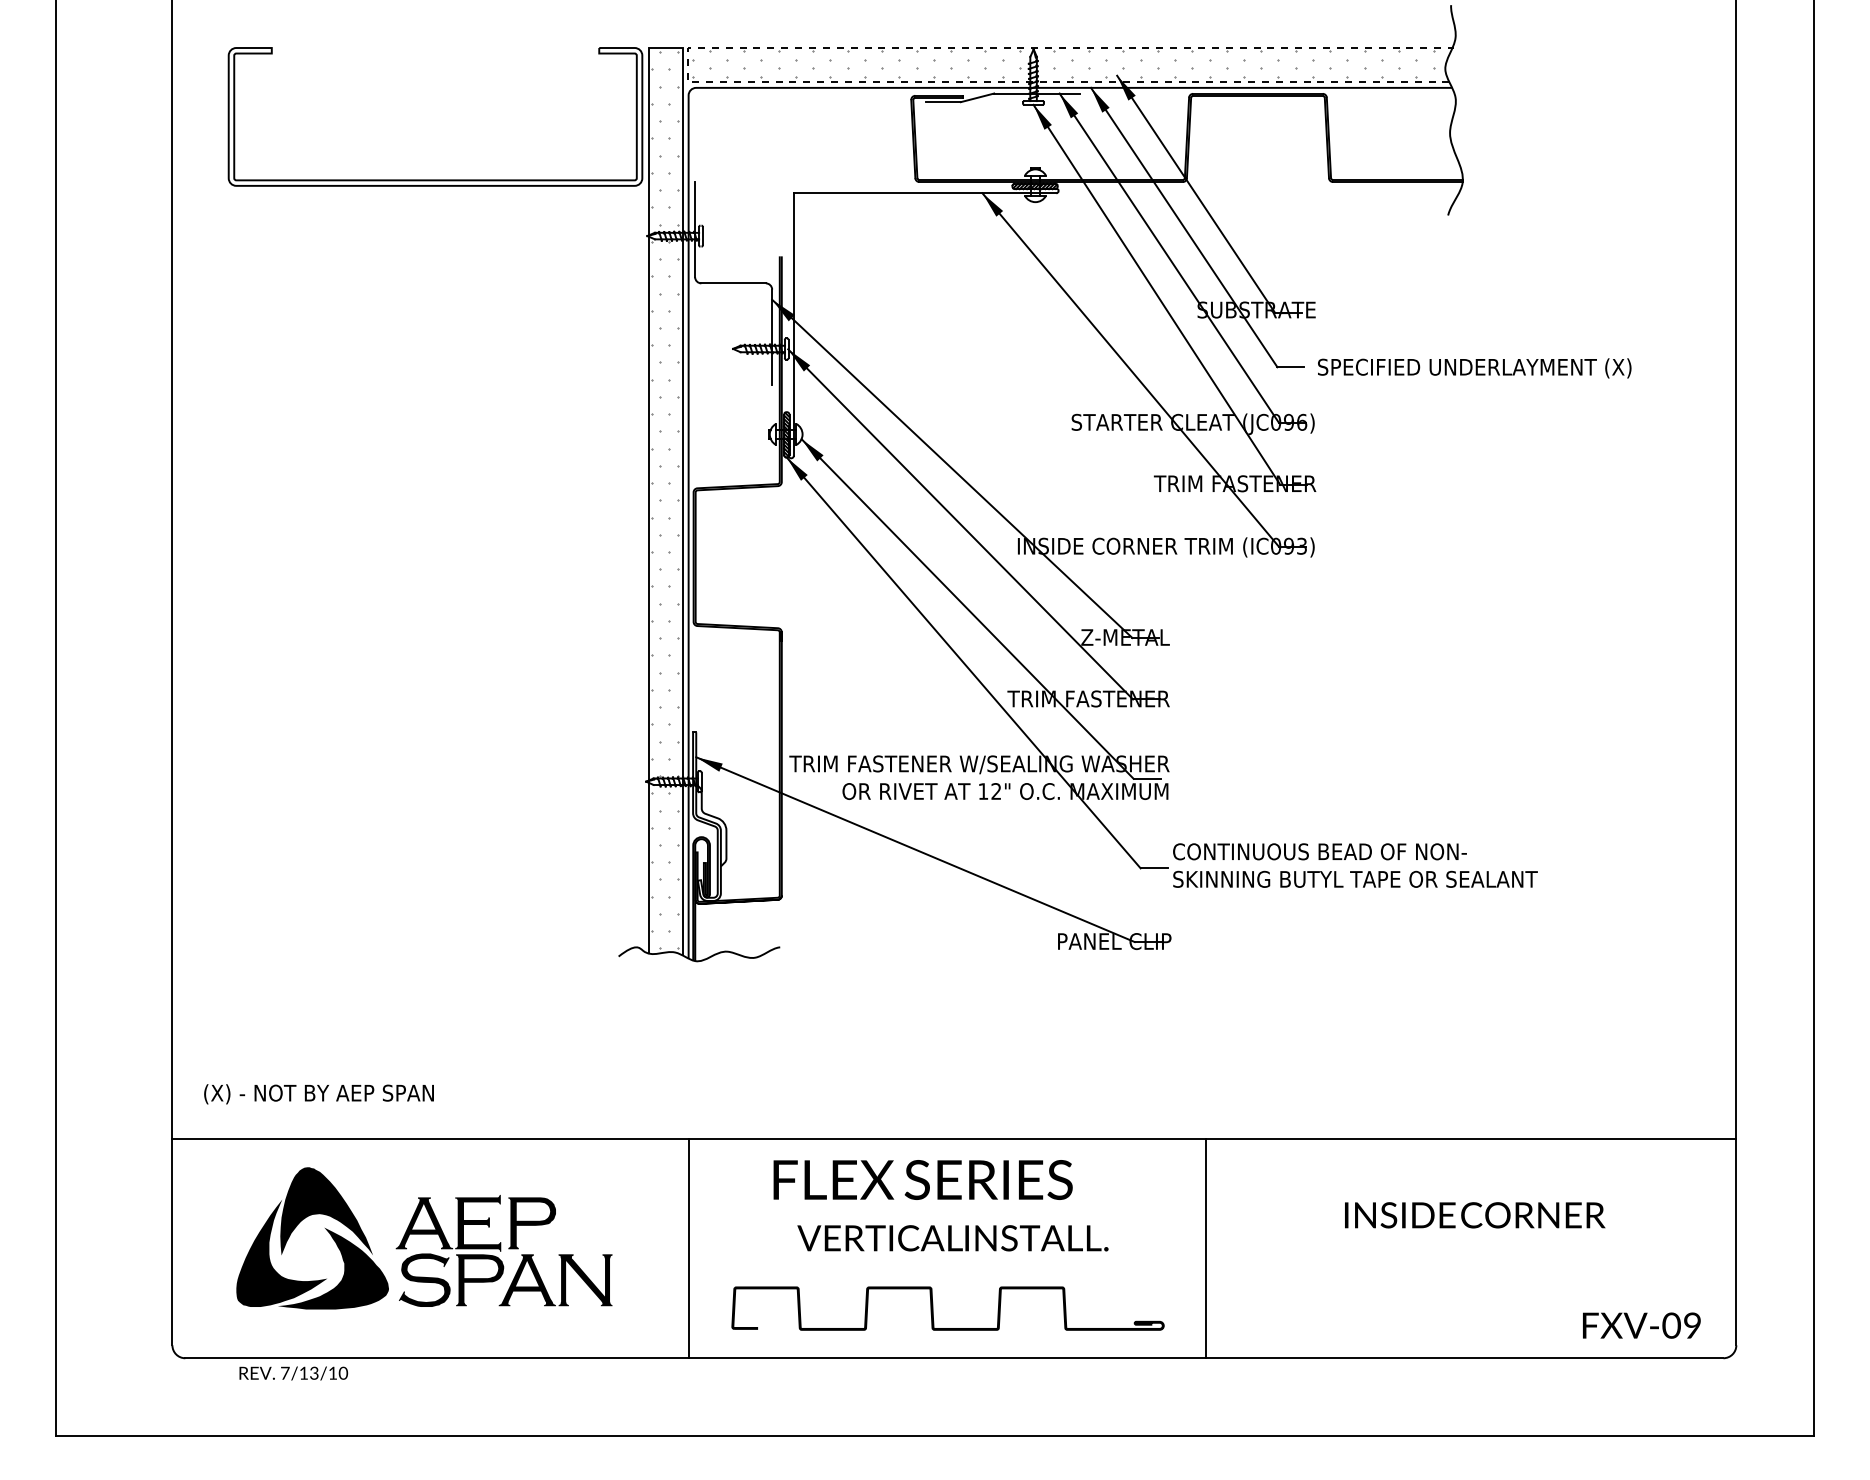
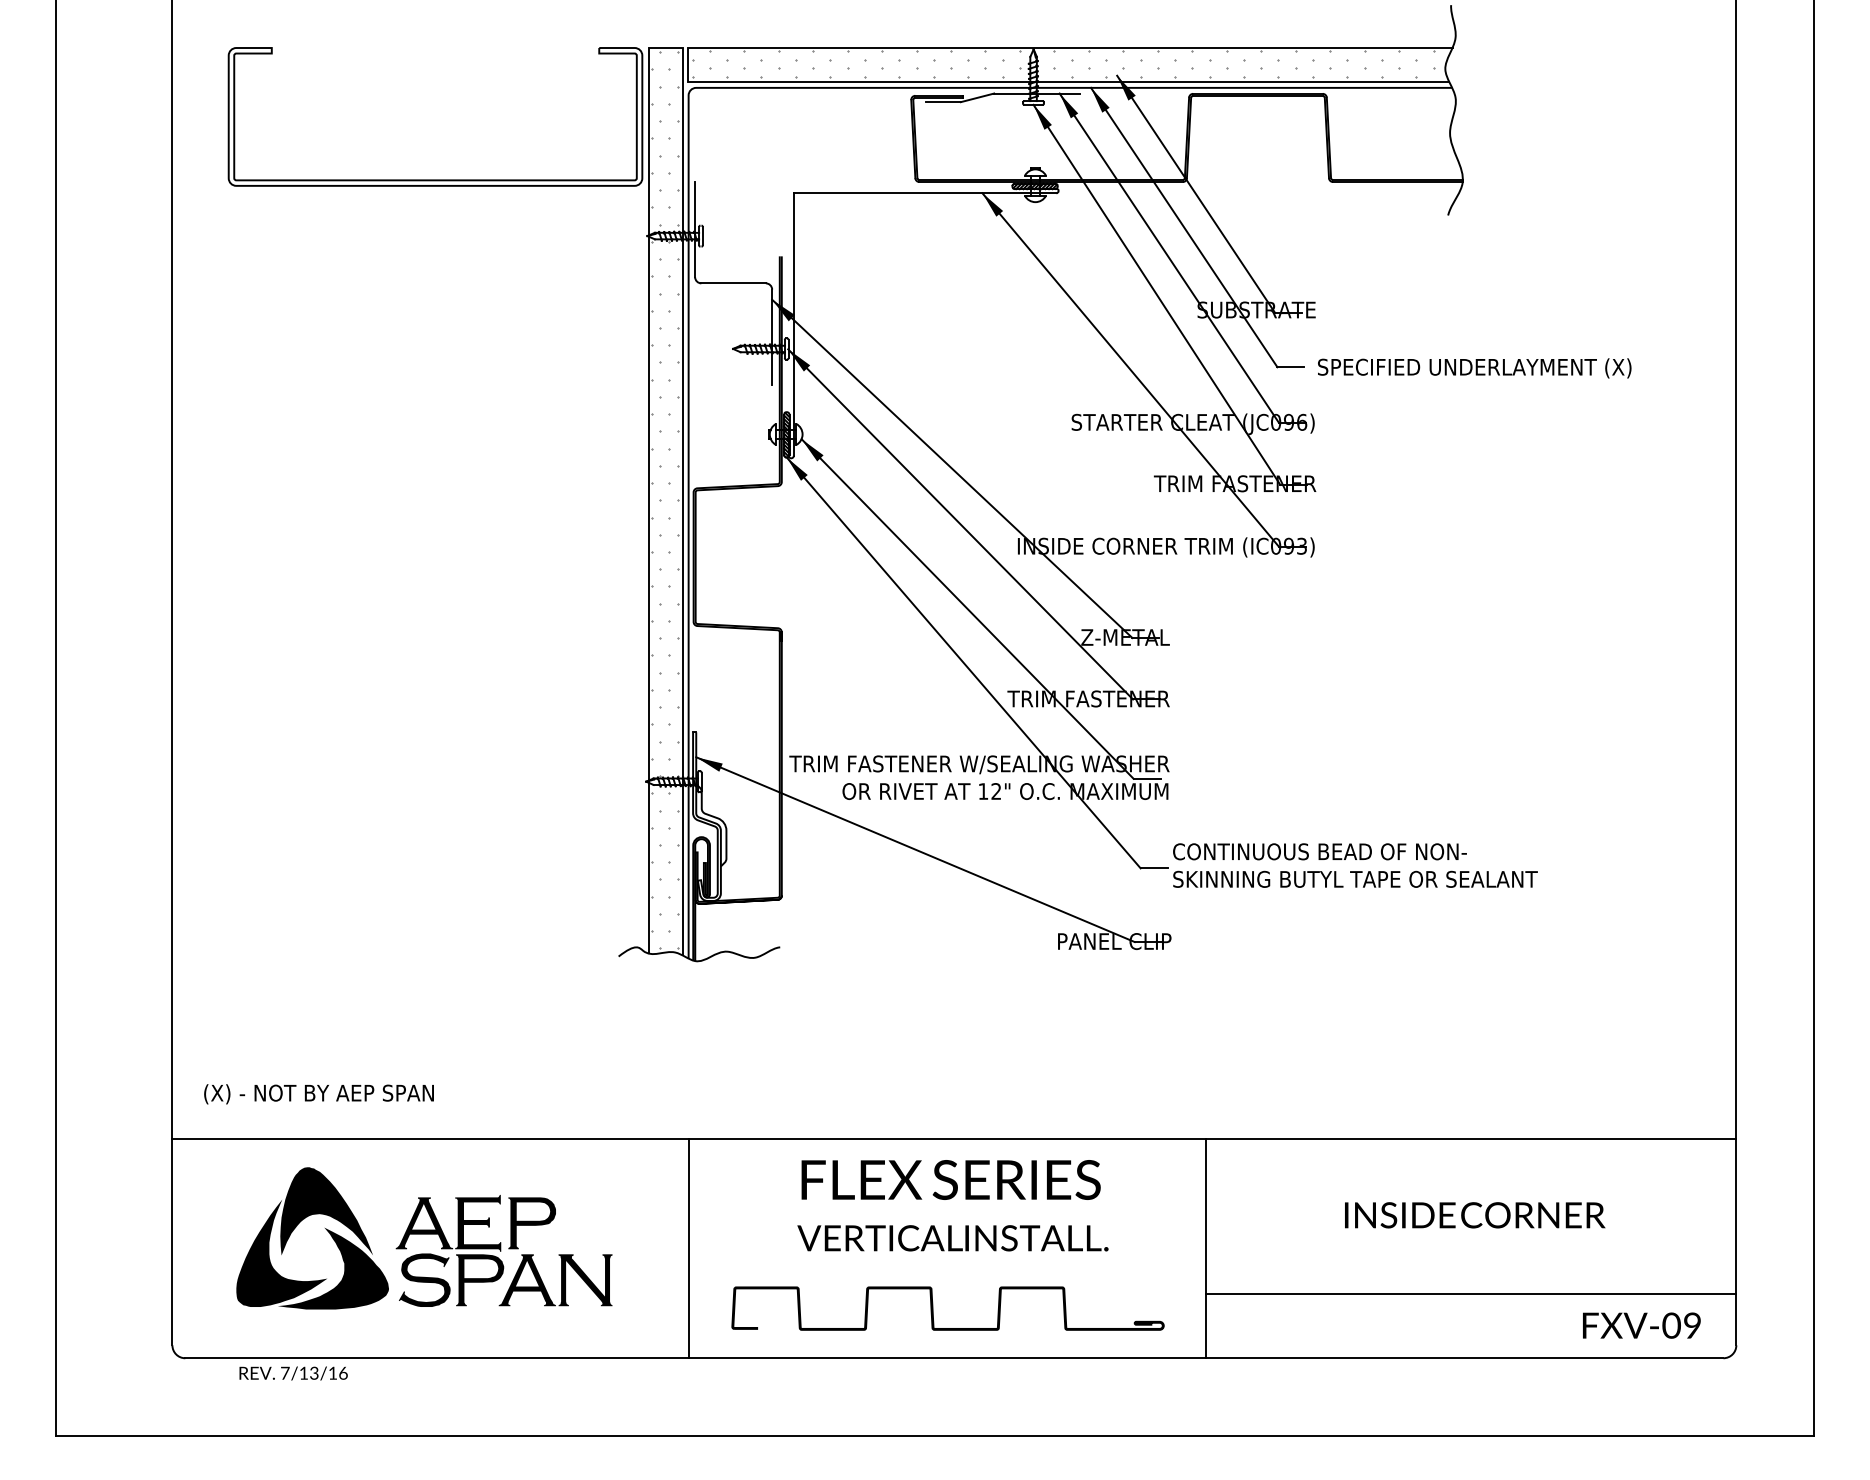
line at (687, 62): dashed -> solid
text at (922, 1179) position: (922, 1179) -> (950, 1179)
line at (1471, 1293): none -> present
text at (343, 1372): 7/13/10 -> 7/13/16
